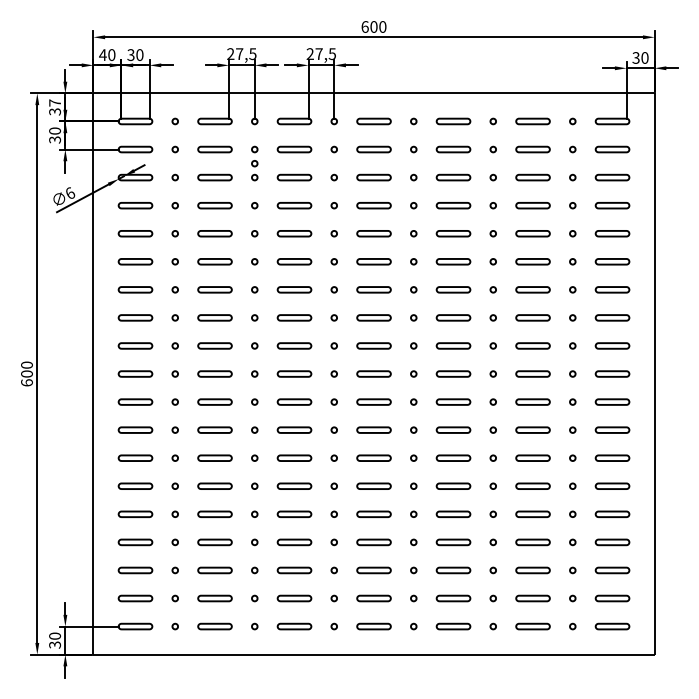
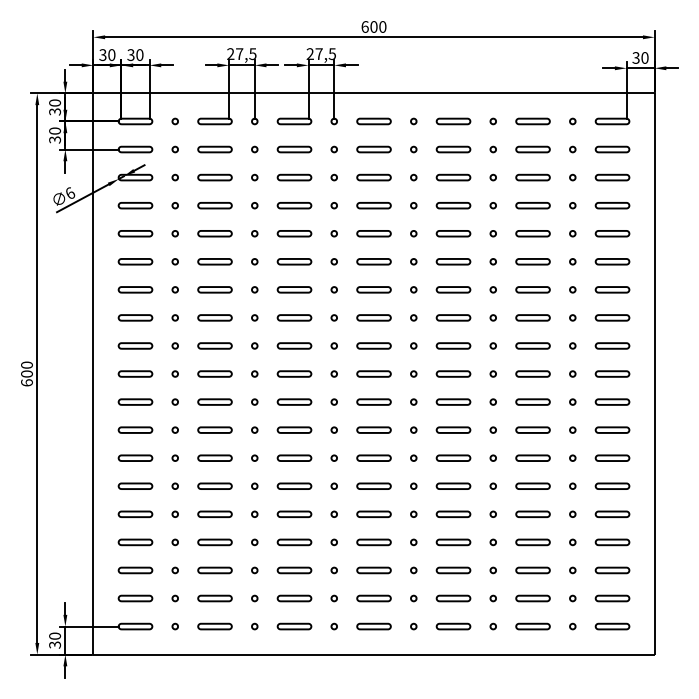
text at (102, 55): 40 -> 30
text at (54, 102): 37 -> 30
circle at (254, 163): present -> none
